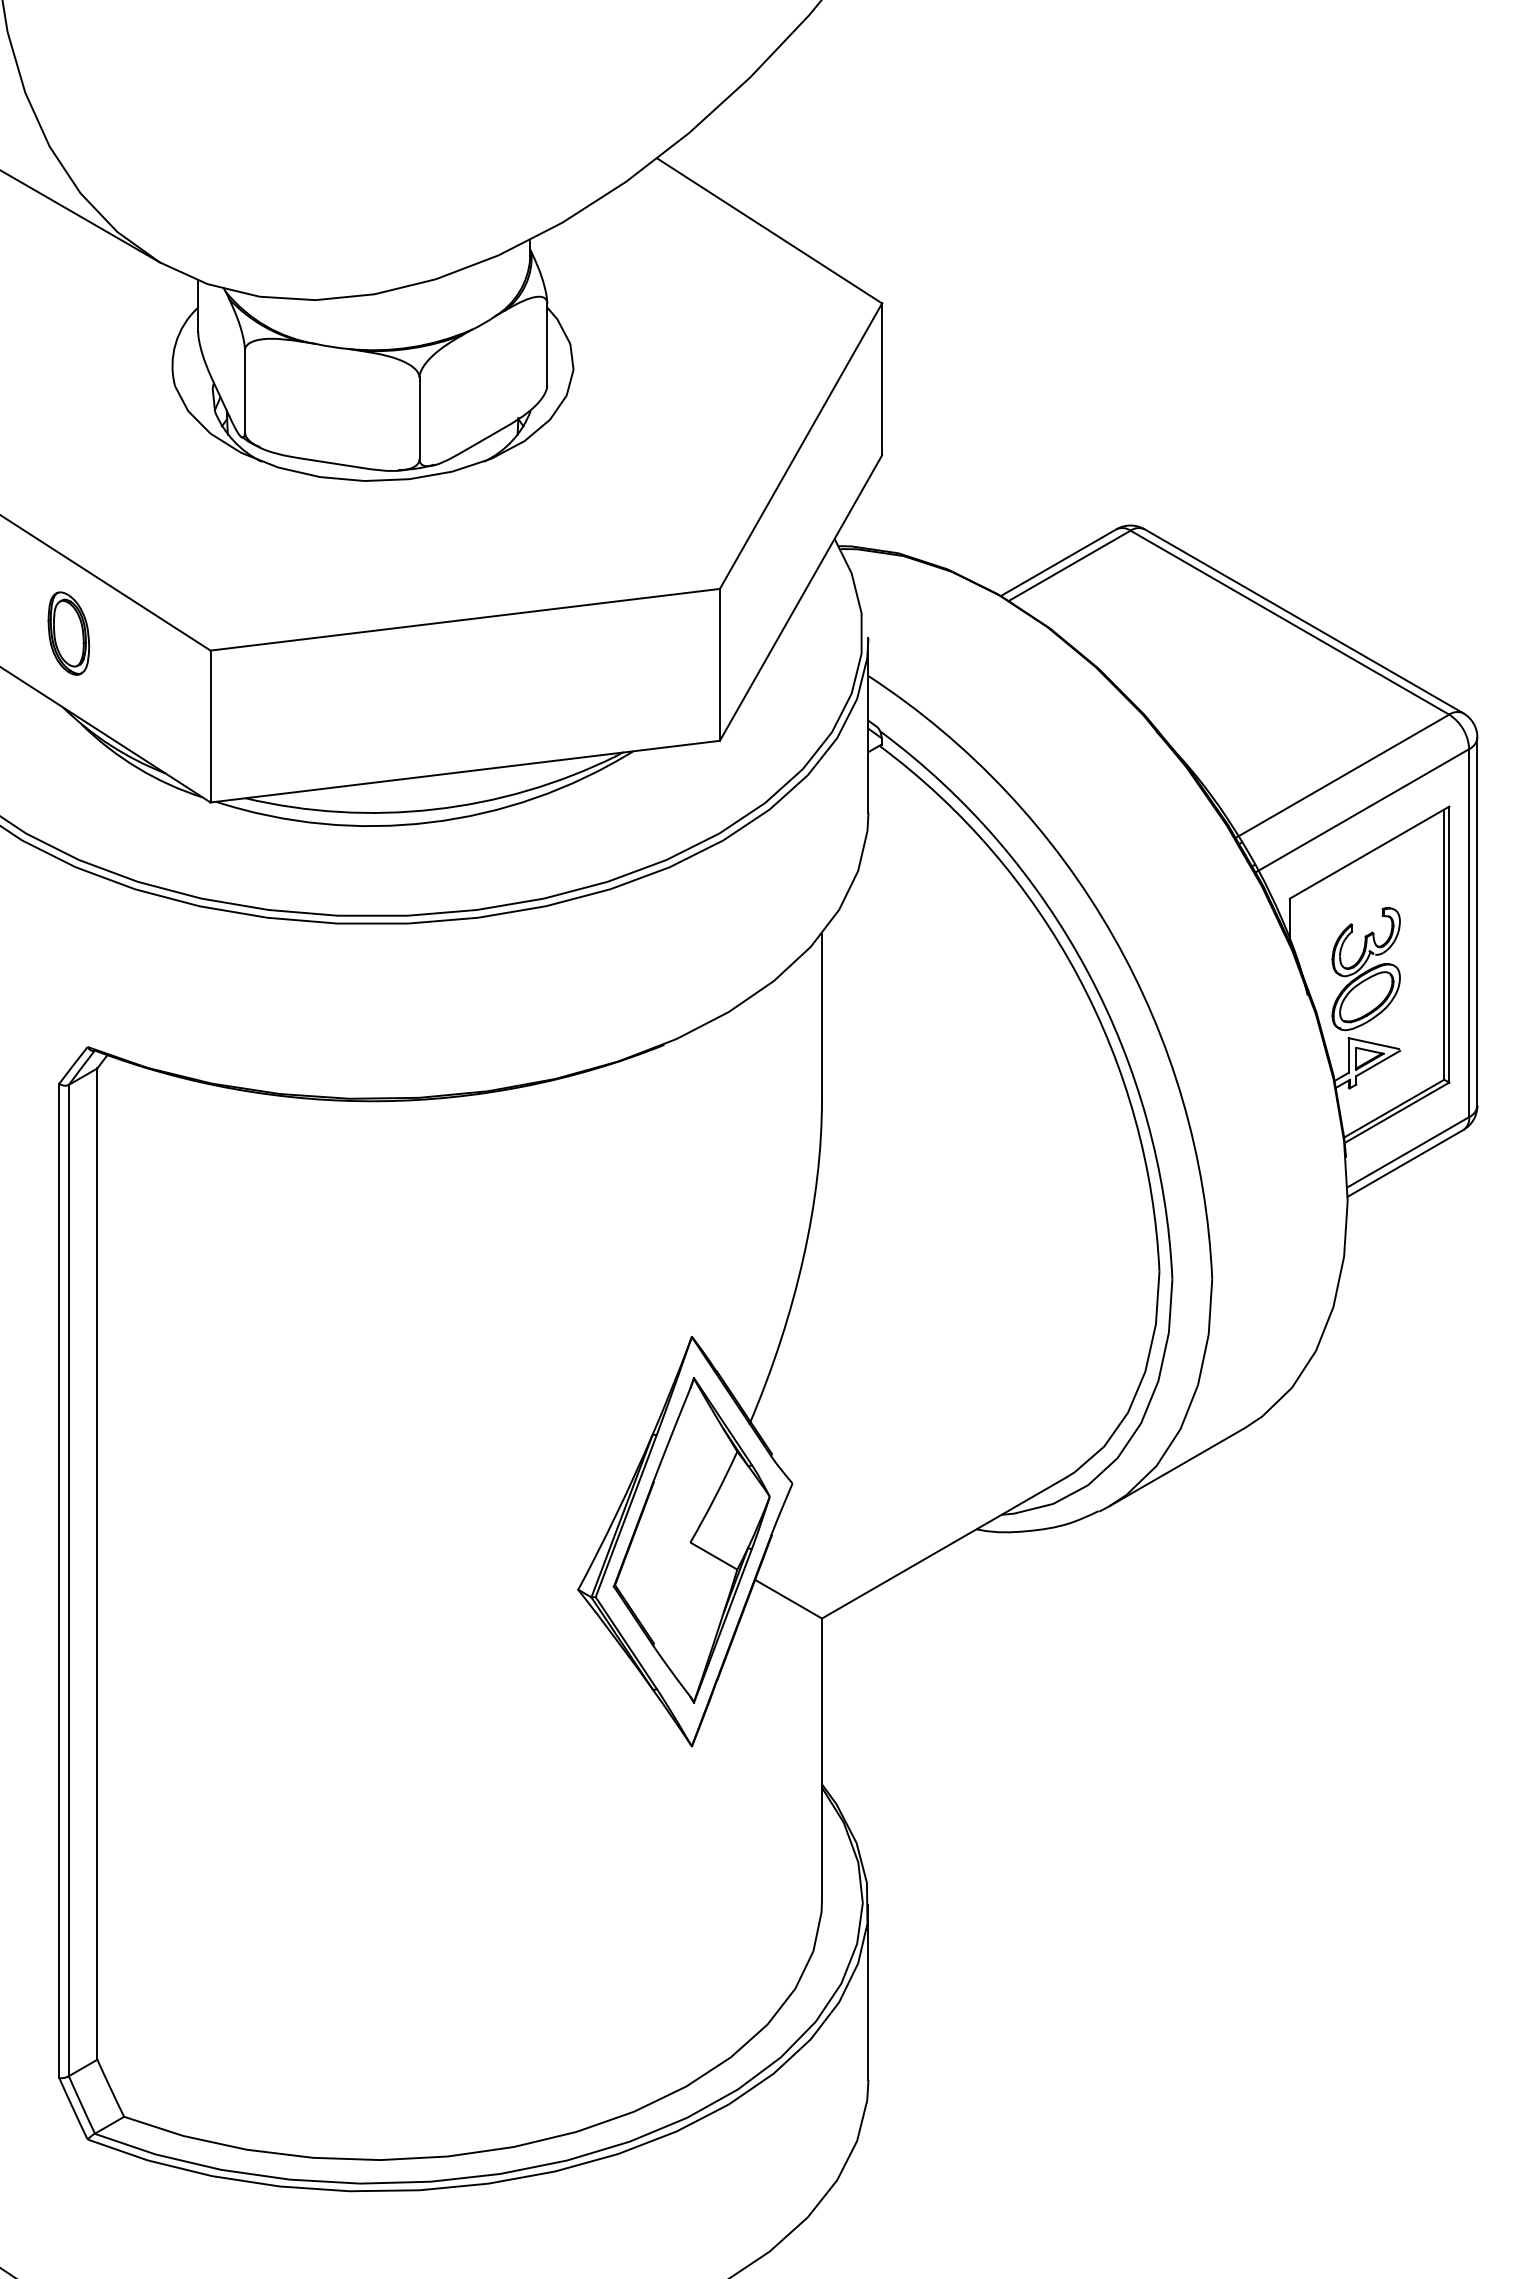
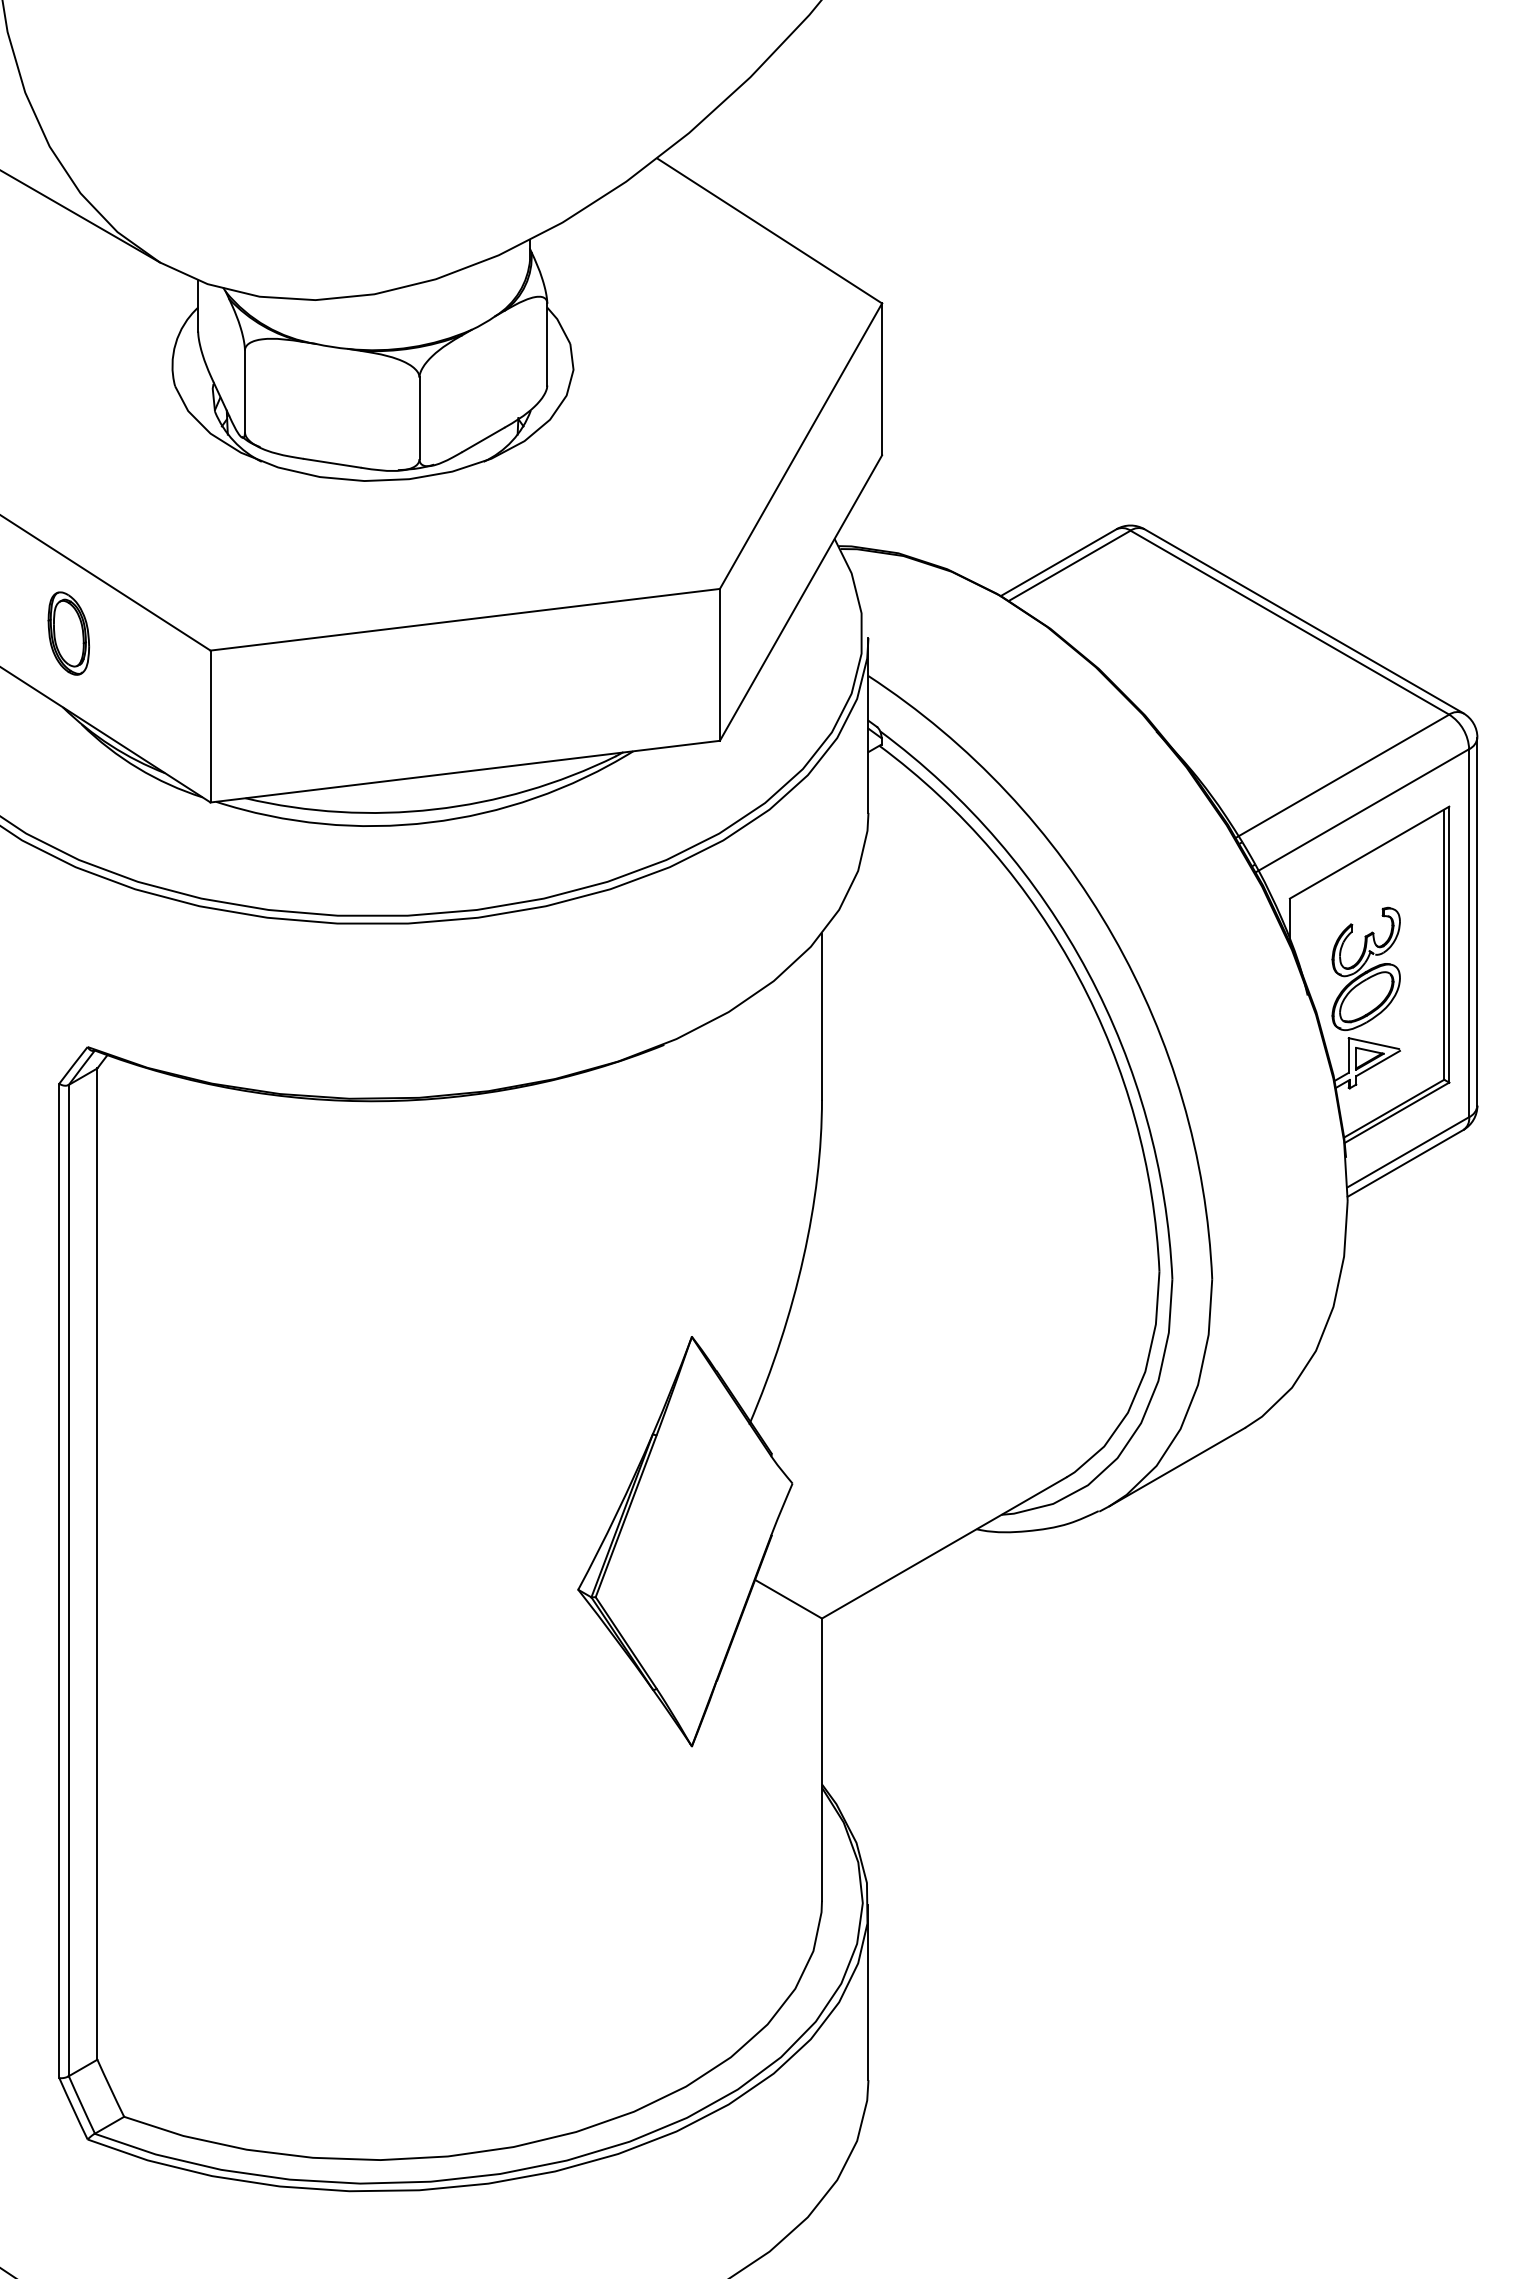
part at (691, 1540): present -> none
